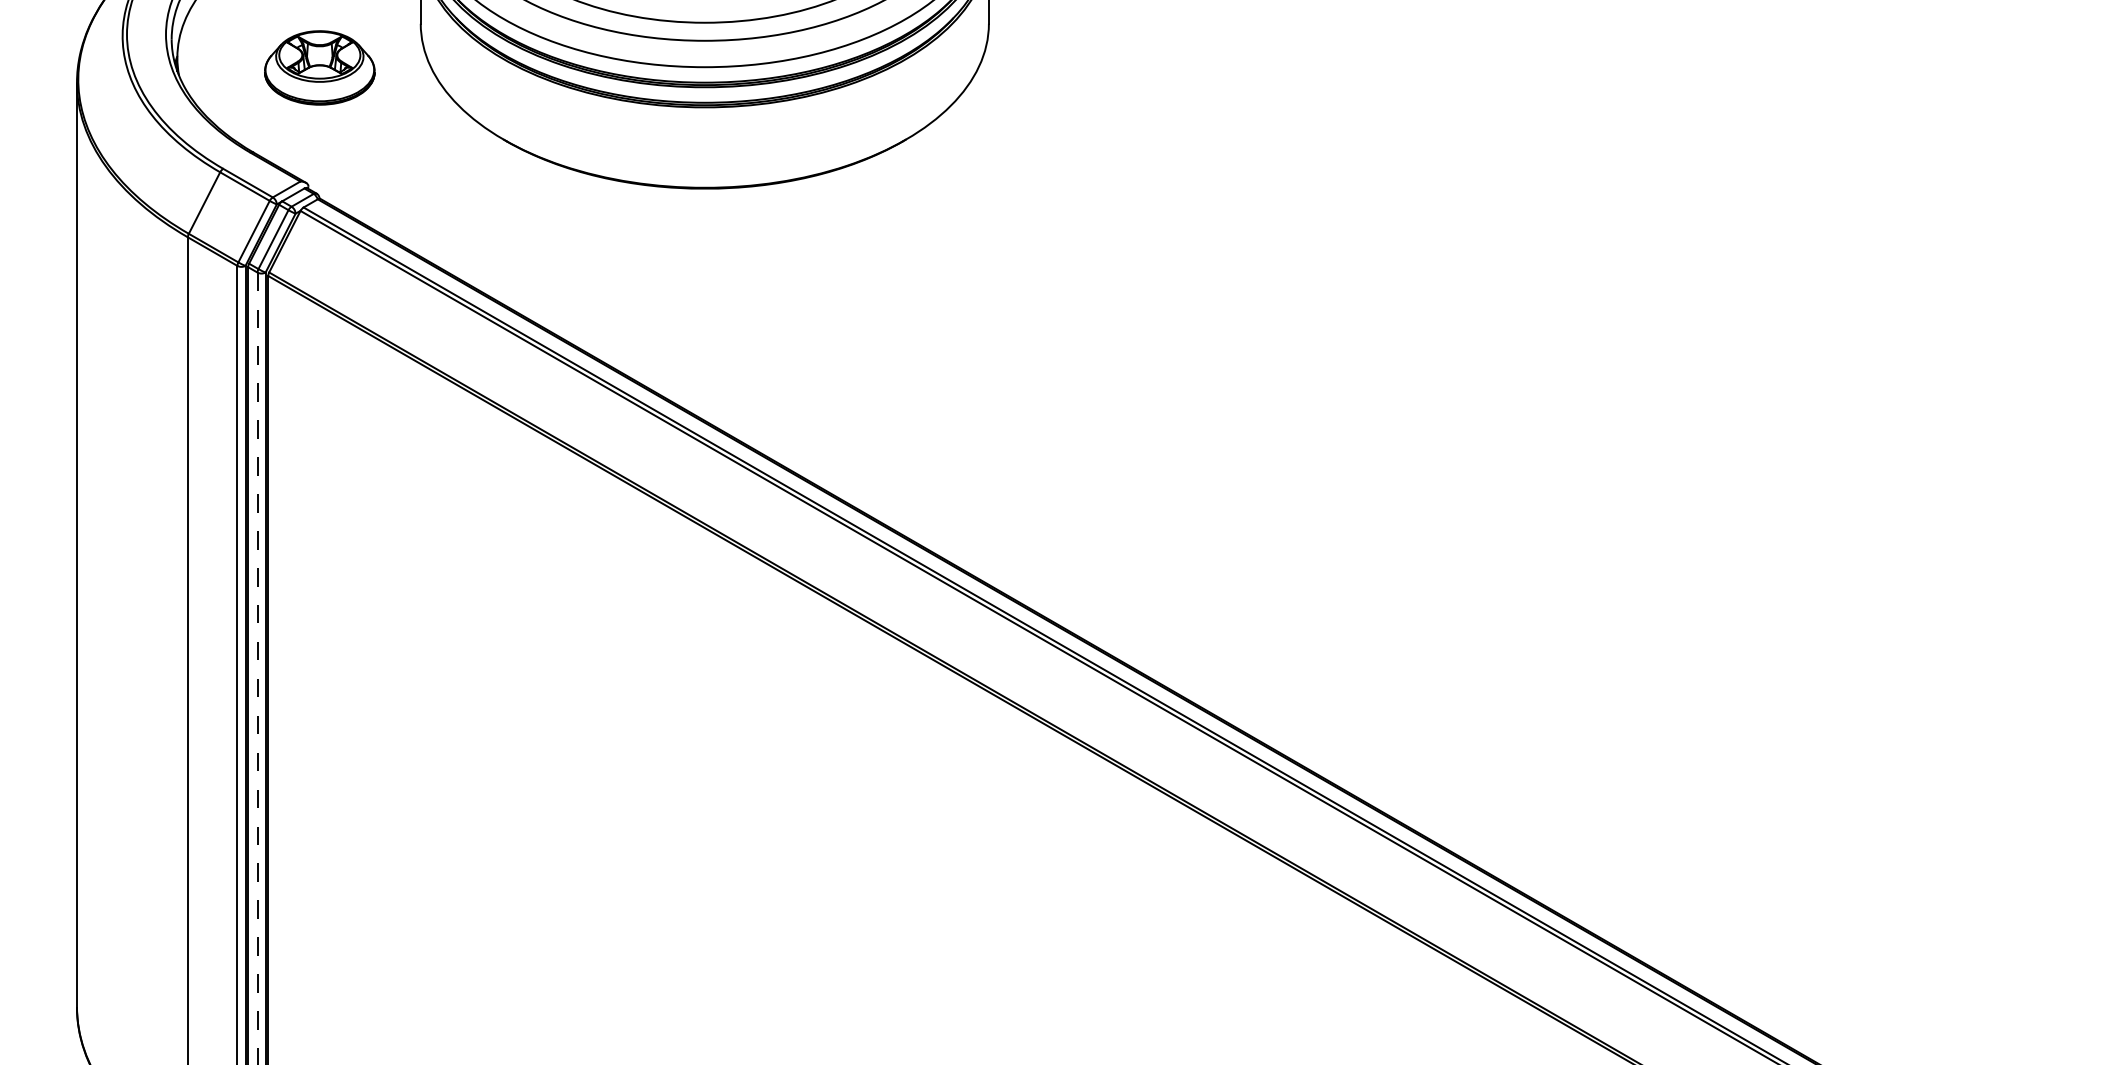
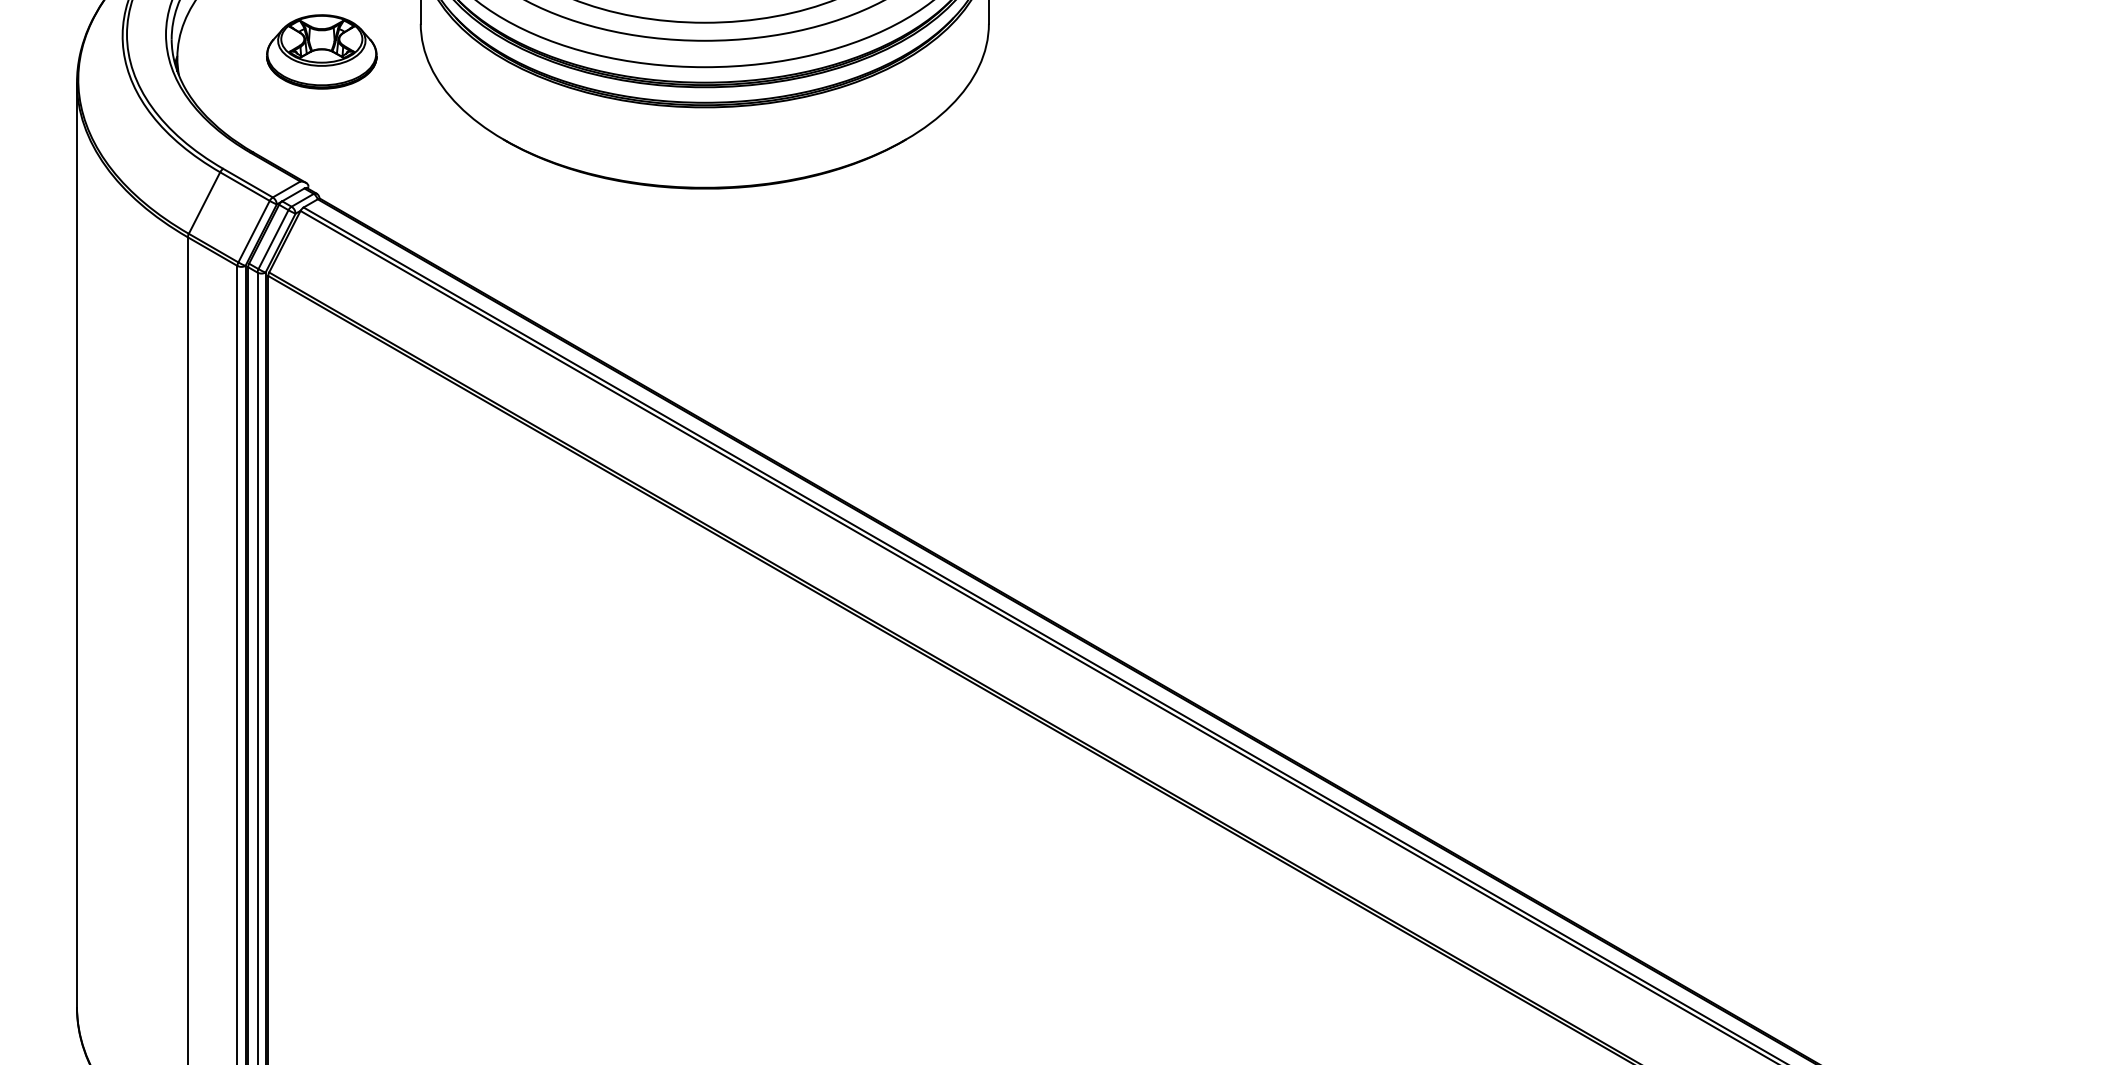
part at (319, 67) position: (319, 67) -> (321, 51)
line at (257, 668): dashed -> solid
